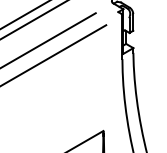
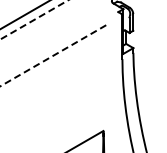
line at (33, 20): solid -> dashed
line at (48, 40): present -> none
line at (53, 55): solid -> dashed
